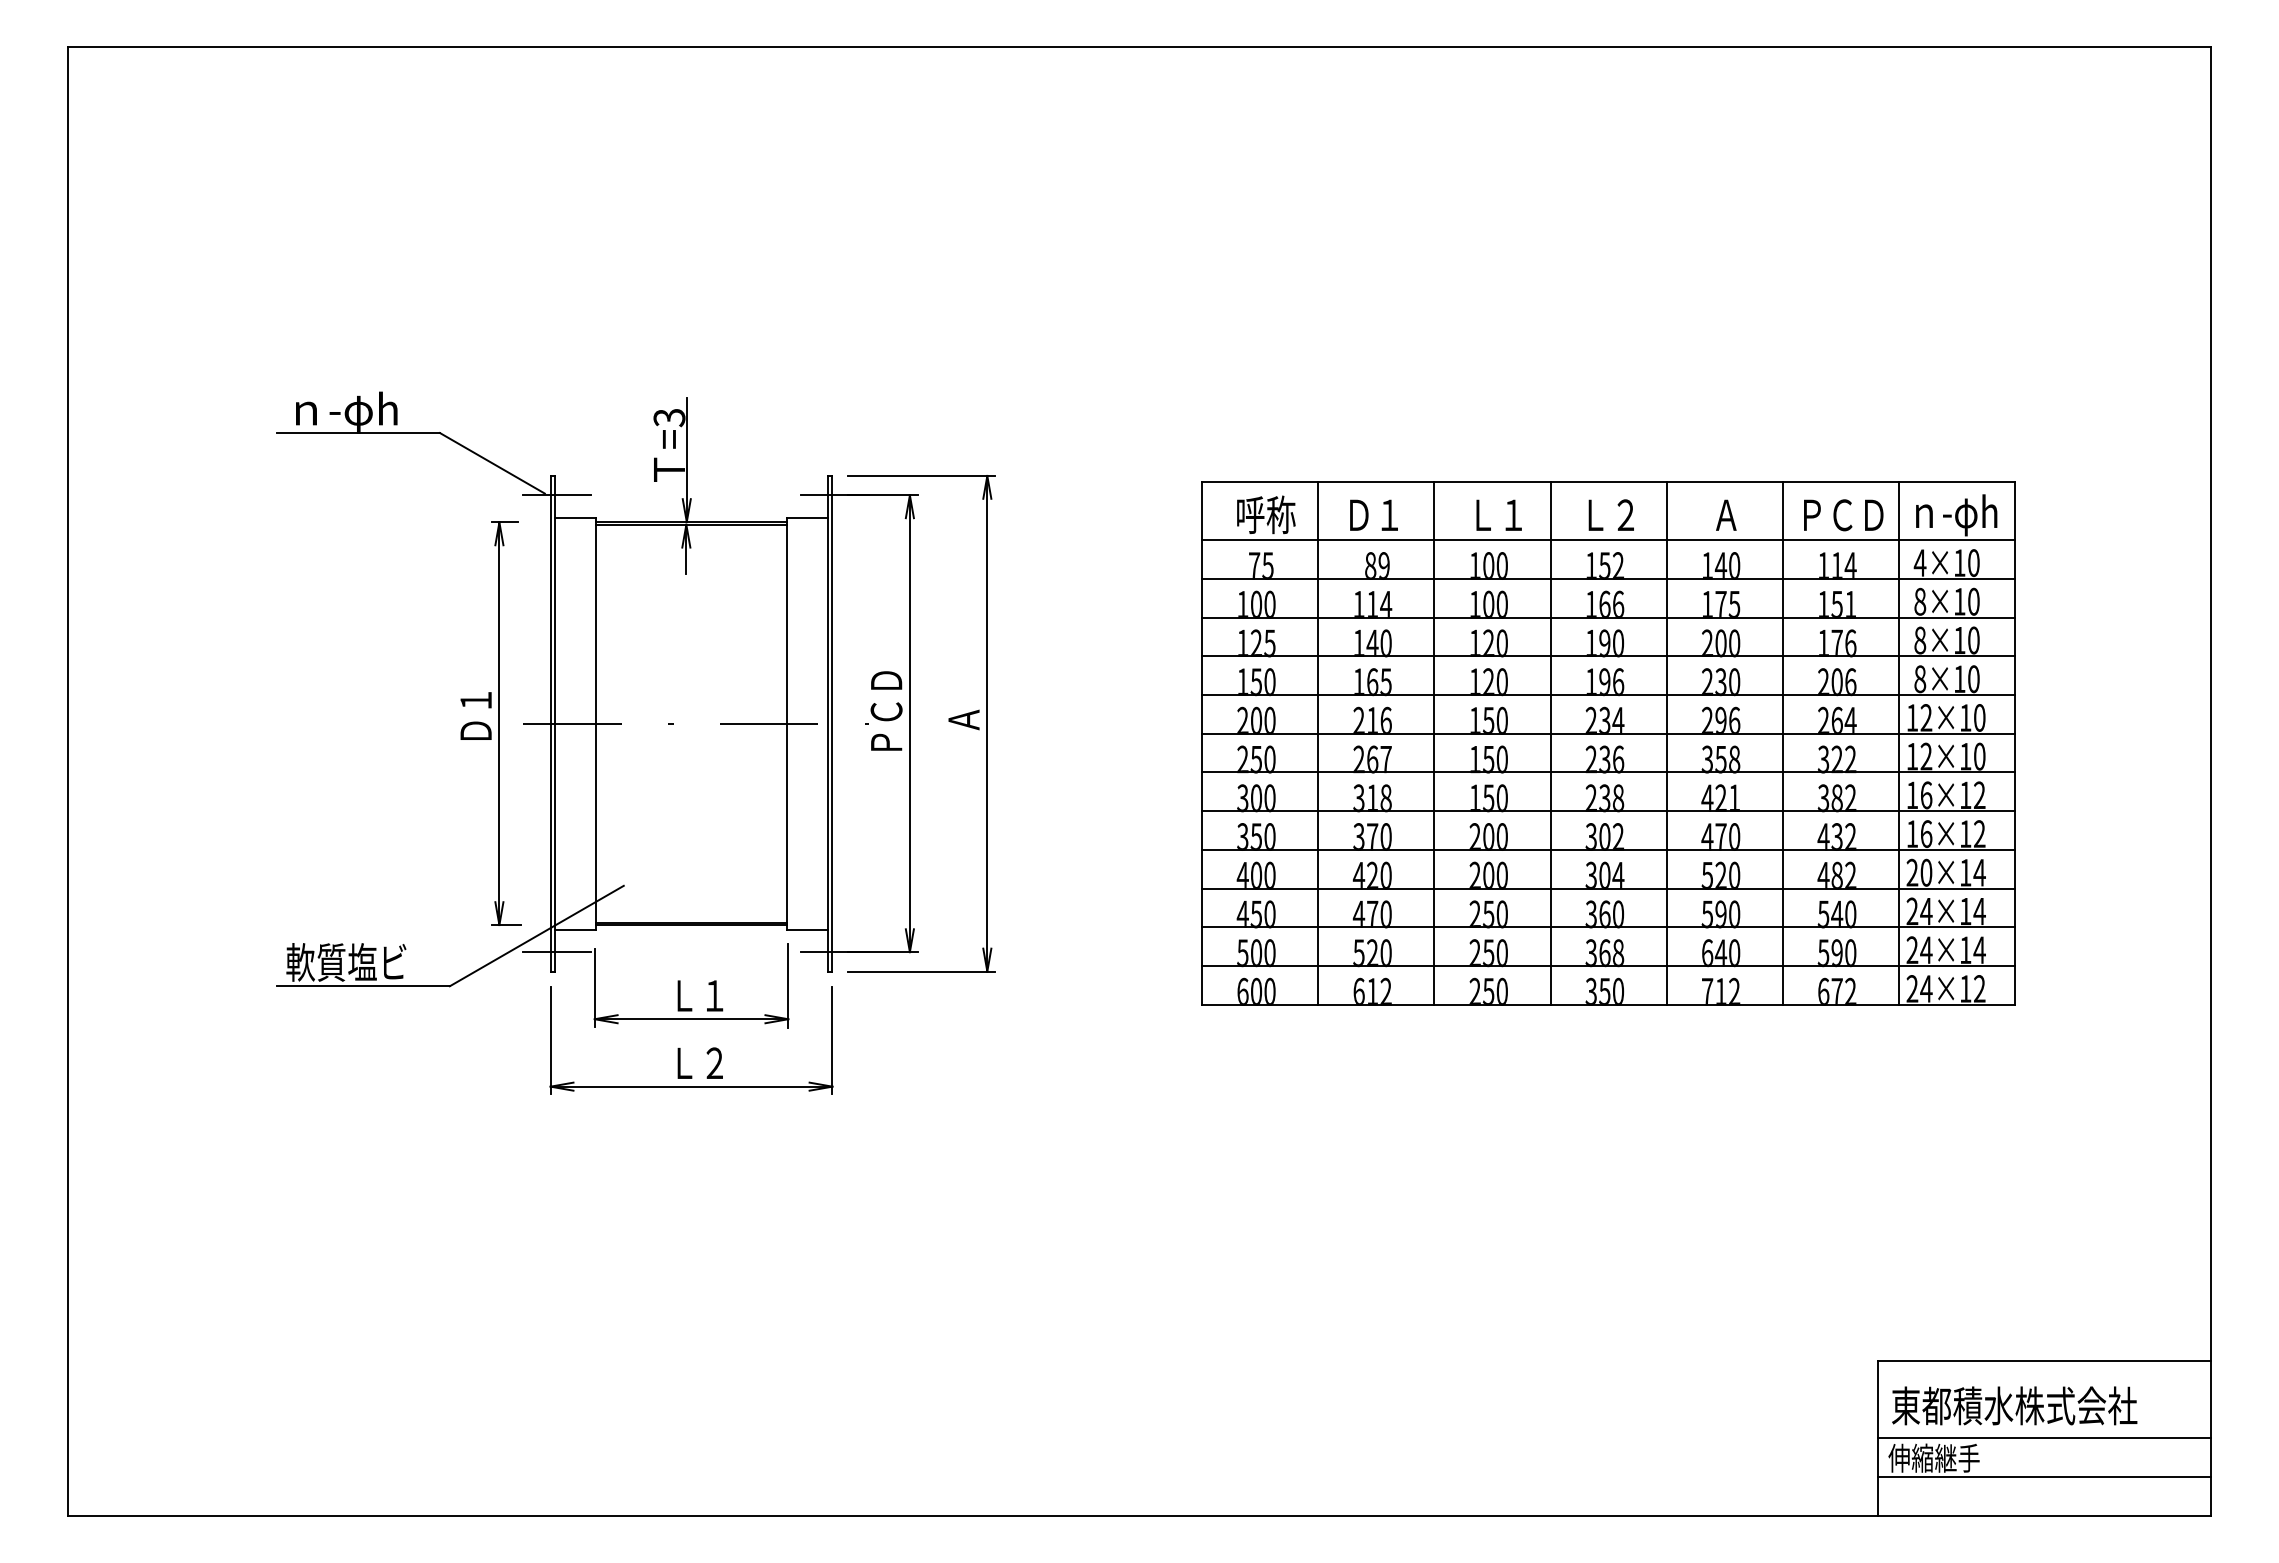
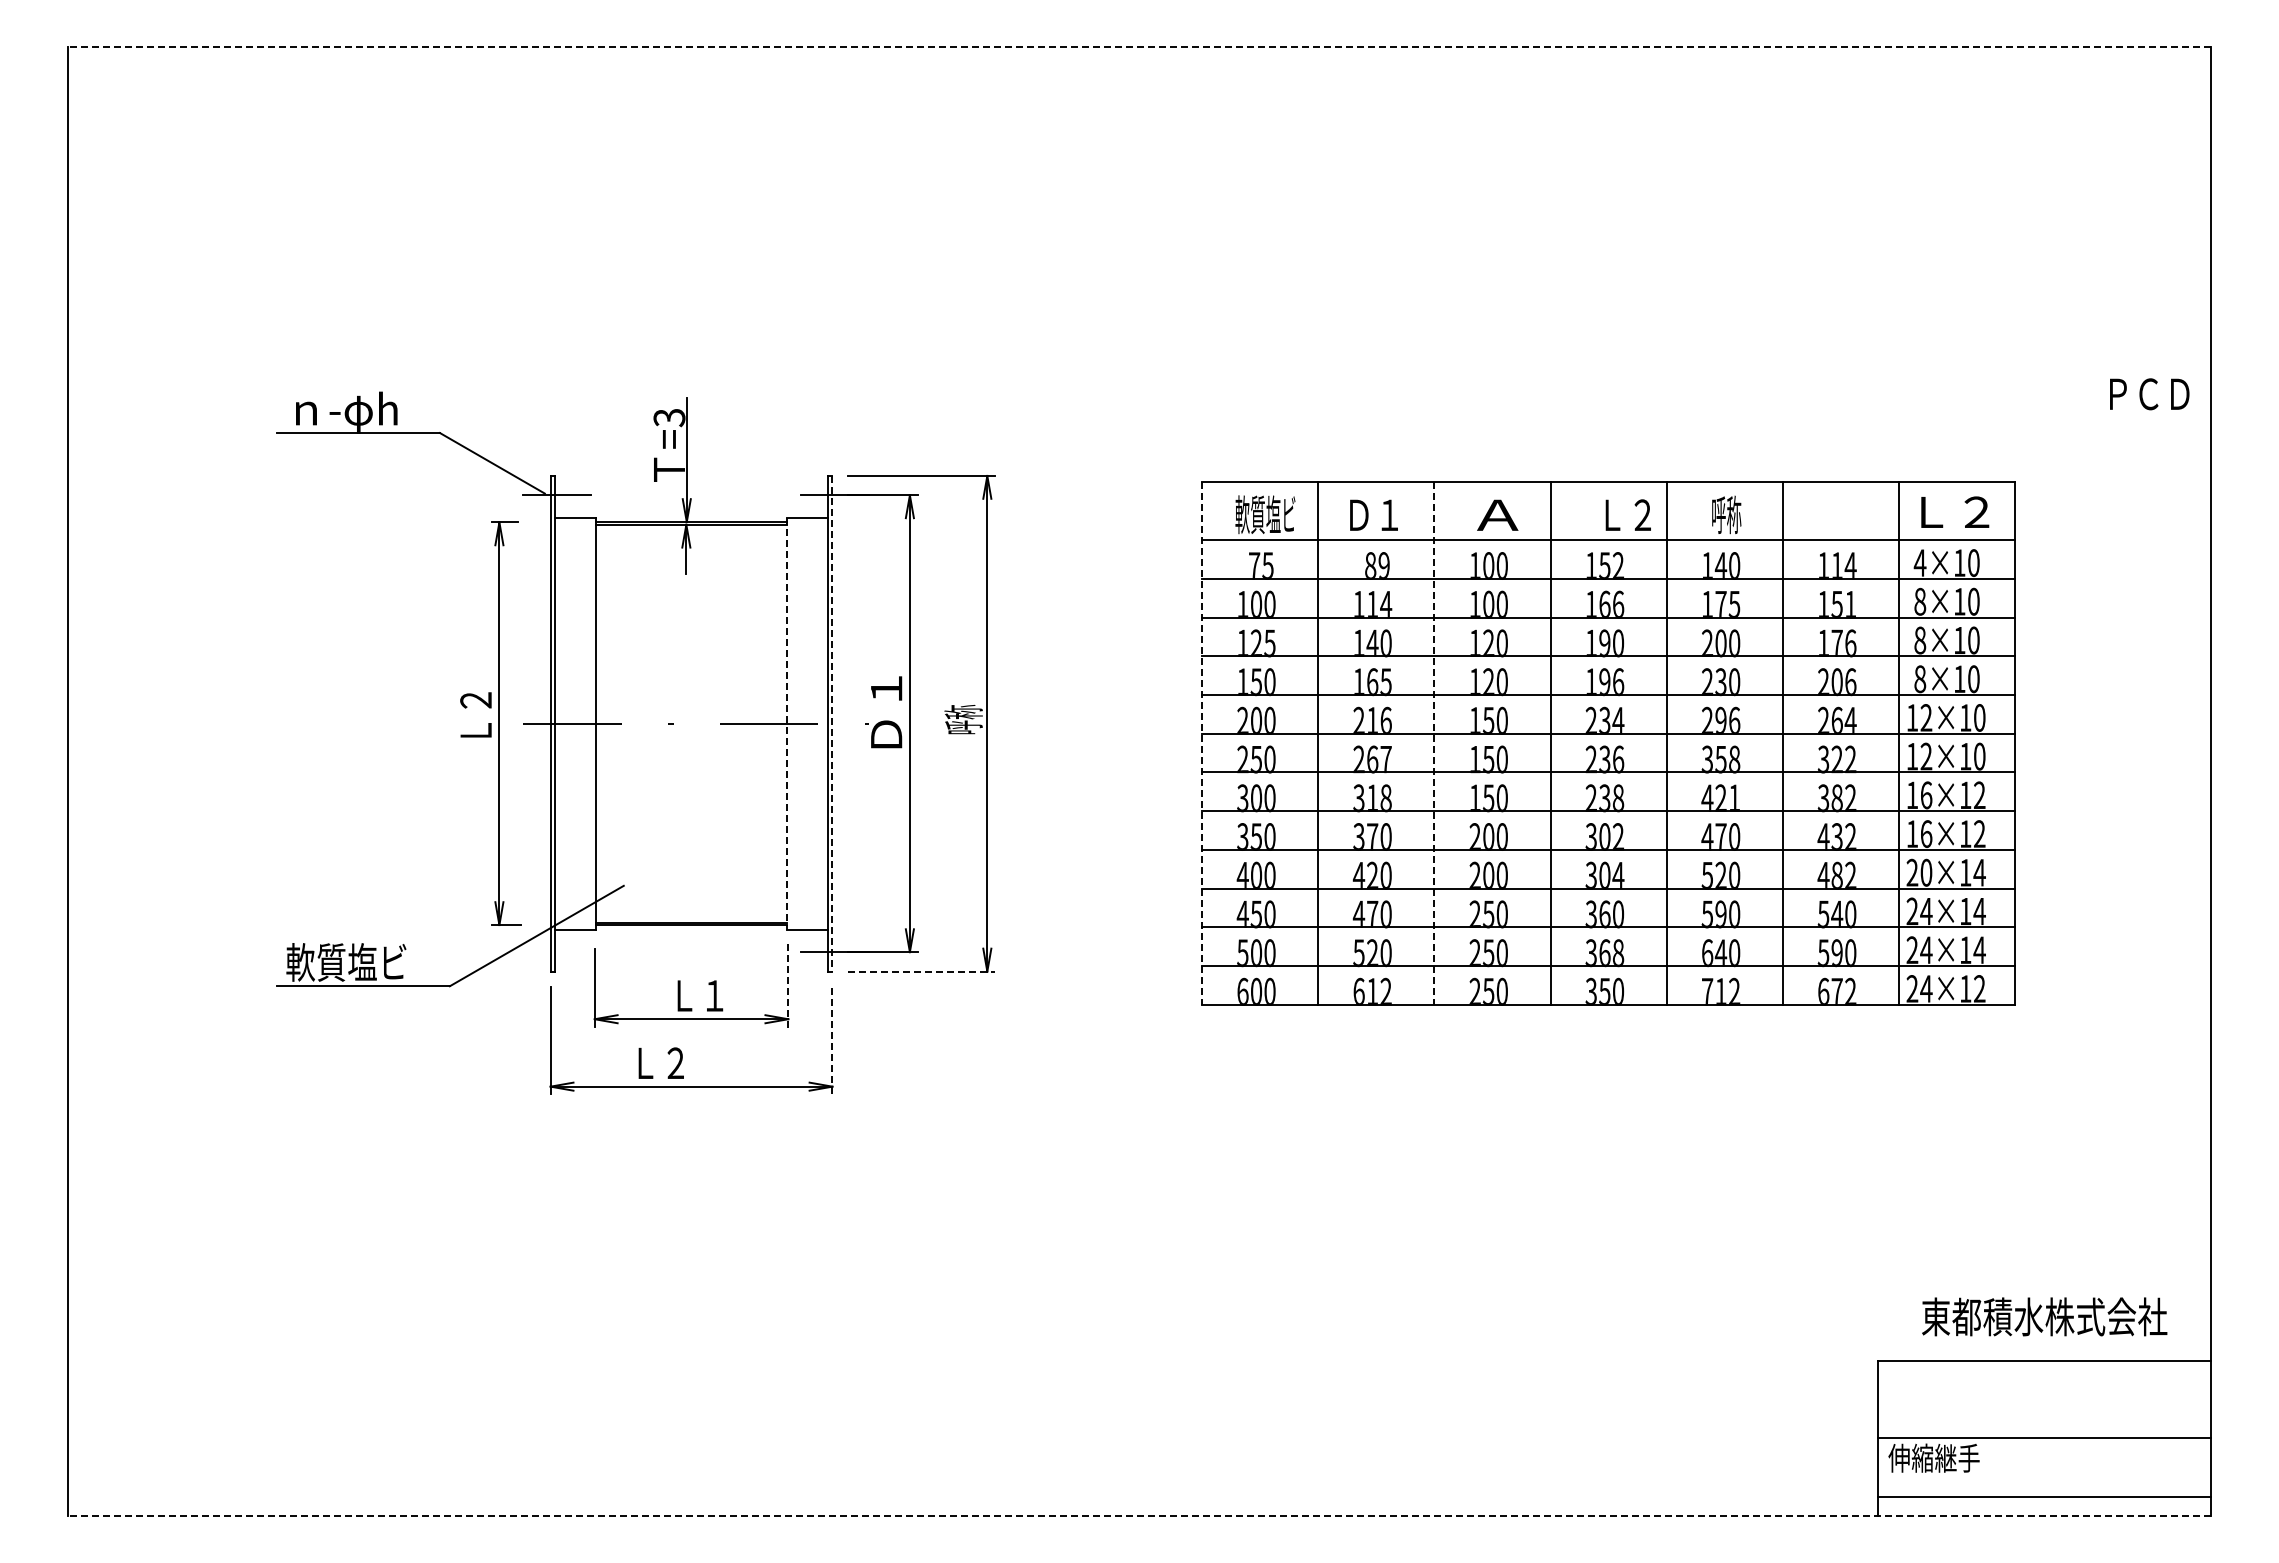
line at (1139, 47): solid -> dashed
text at (1265, 514): 呼称 -> 軟質塩ビ
text at (1498, 514): Ｌ１ -> Ａ
text at (1610, 514) position: (1610, 514) -> (1627, 514)
text at (1726, 514): Ａ -> 呼称
text at (1843, 515) position: (1843, 515) -> (2149, 394)
text at (1956, 515): ｎ-φh -> Ｌ２
text at (886, 710): ＰＣＤ -> Ｄ１
text at (475, 715): Ｄ１ -> Ｌ２
text at (963, 719): Ａ -> 呼称
line at (786, 723): solid -> dashed
line at (832, 723): solid -> dashed
line at (1202, 743): solid -> dashed
line at (1434, 743): solid -> dashed
line at (556, 952): present -> none
line at (921, 971): solid -> dashed
line at (788, 986): solid -> dashed
line at (832, 1040): solid -> dashed
text at (699, 1062) position: (699, 1062) -> (660, 1062)
text at (2014, 1405) position: (2014, 1405) -> (2044, 1316)
line at (2044, 1477) position: (2044, 1477) -> (2044, 1497)
line at (1139, 1515): solid -> dashed
